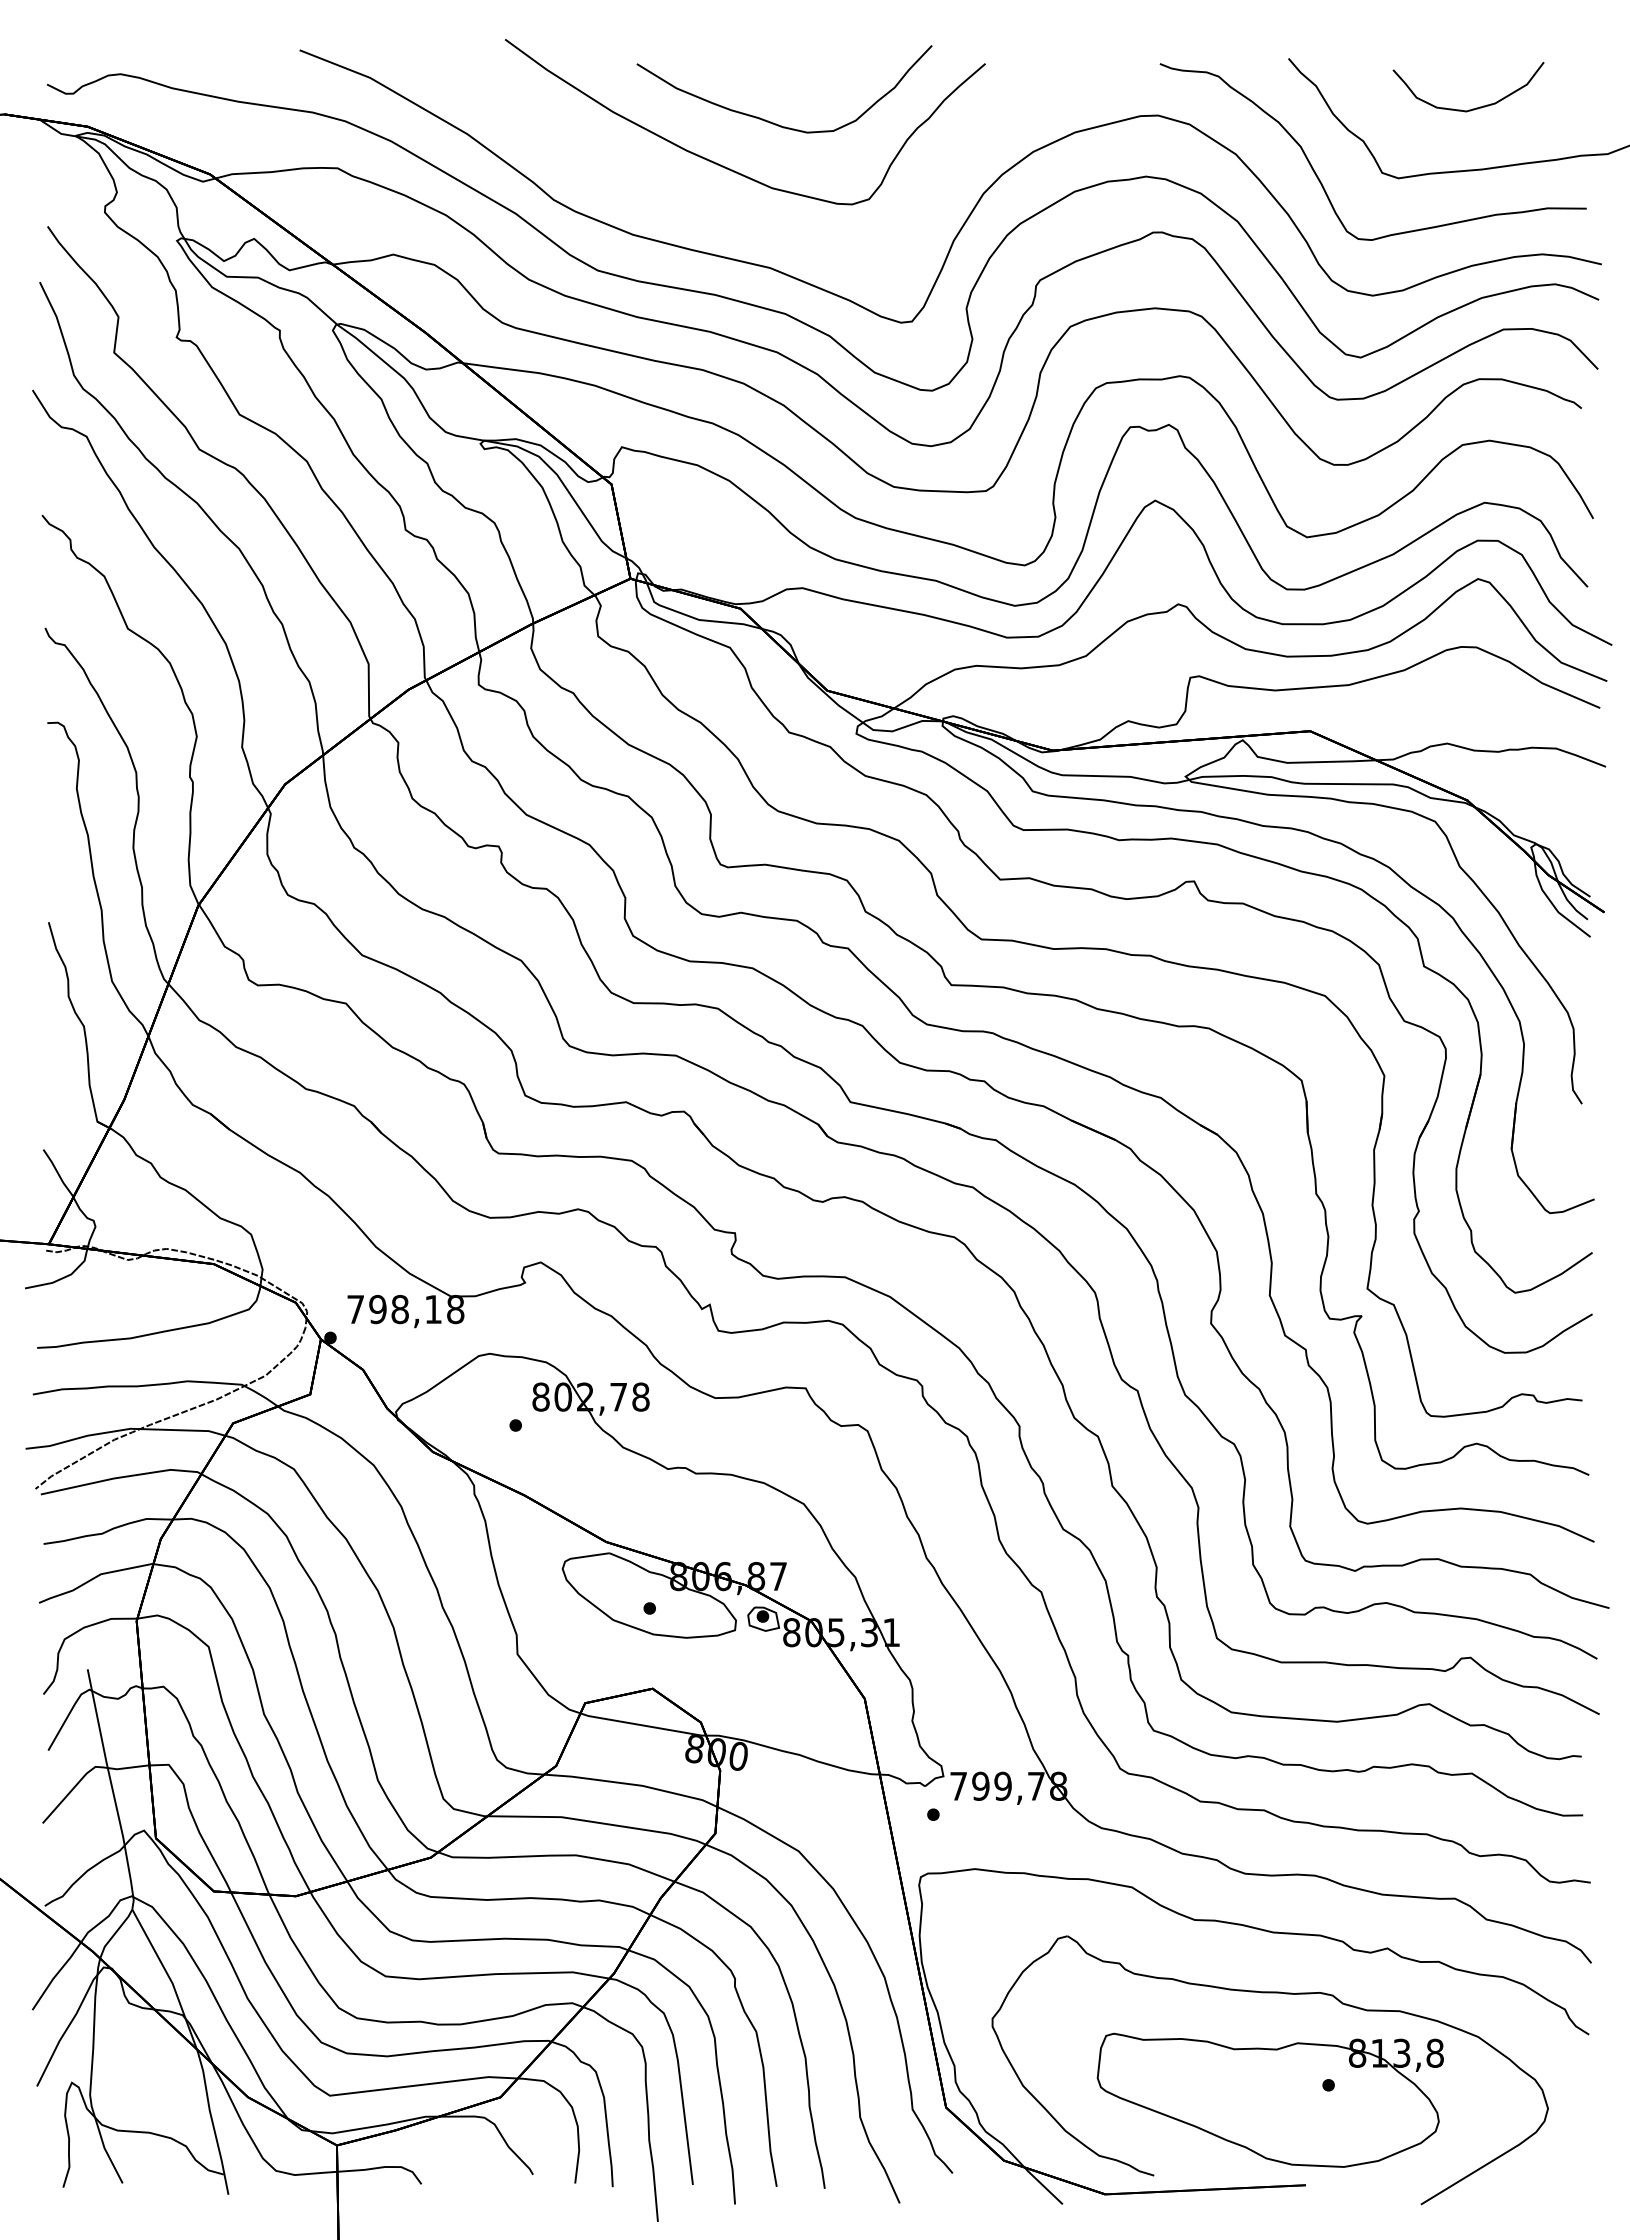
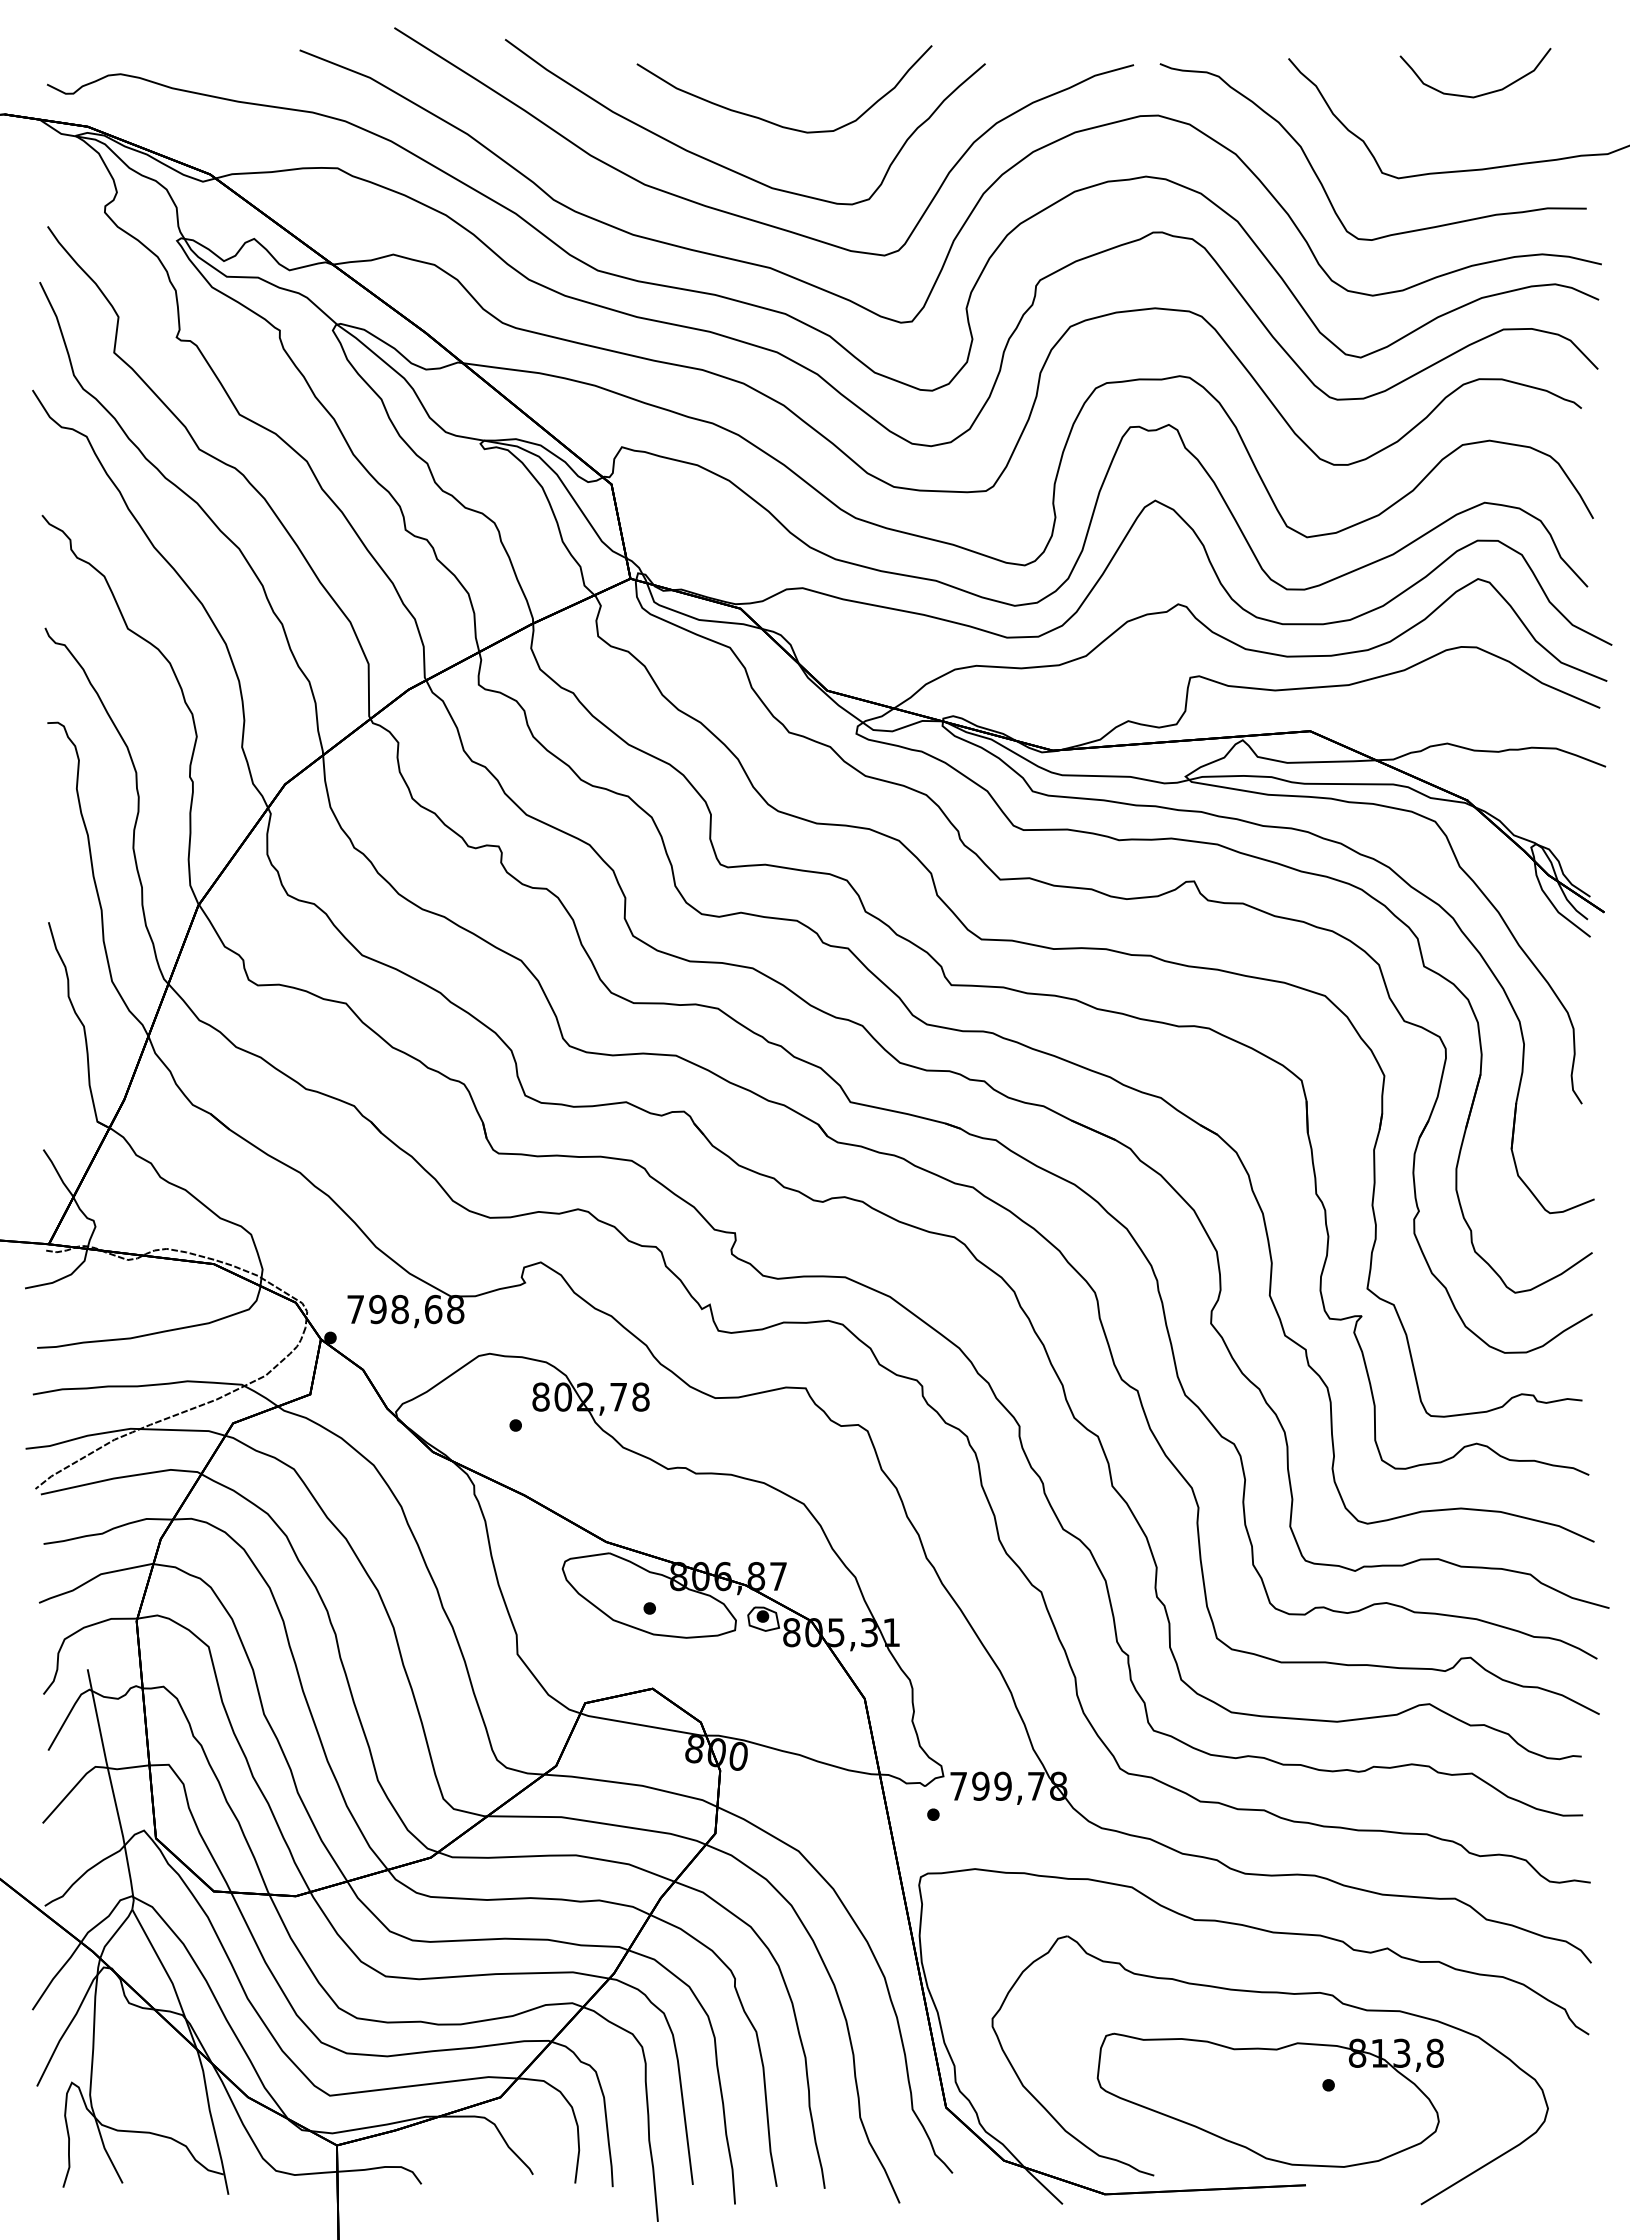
curve at (1472, 108) position: (1472, 108) -> (1479, 94)
curve at (740, 215): none -> present
text at (433, 1309): 798,18 -> 798,68
